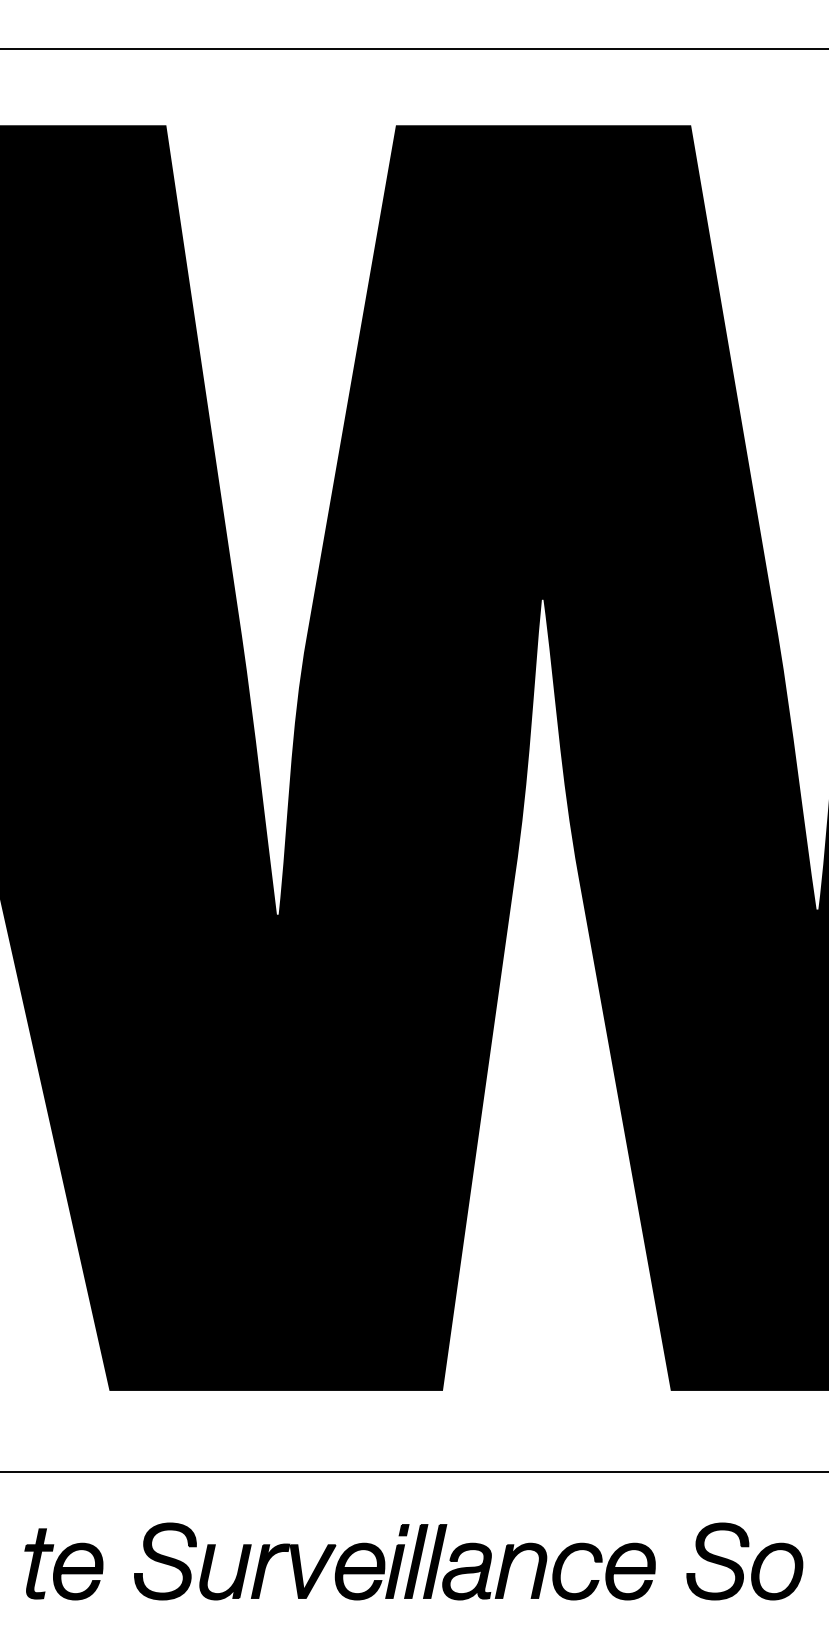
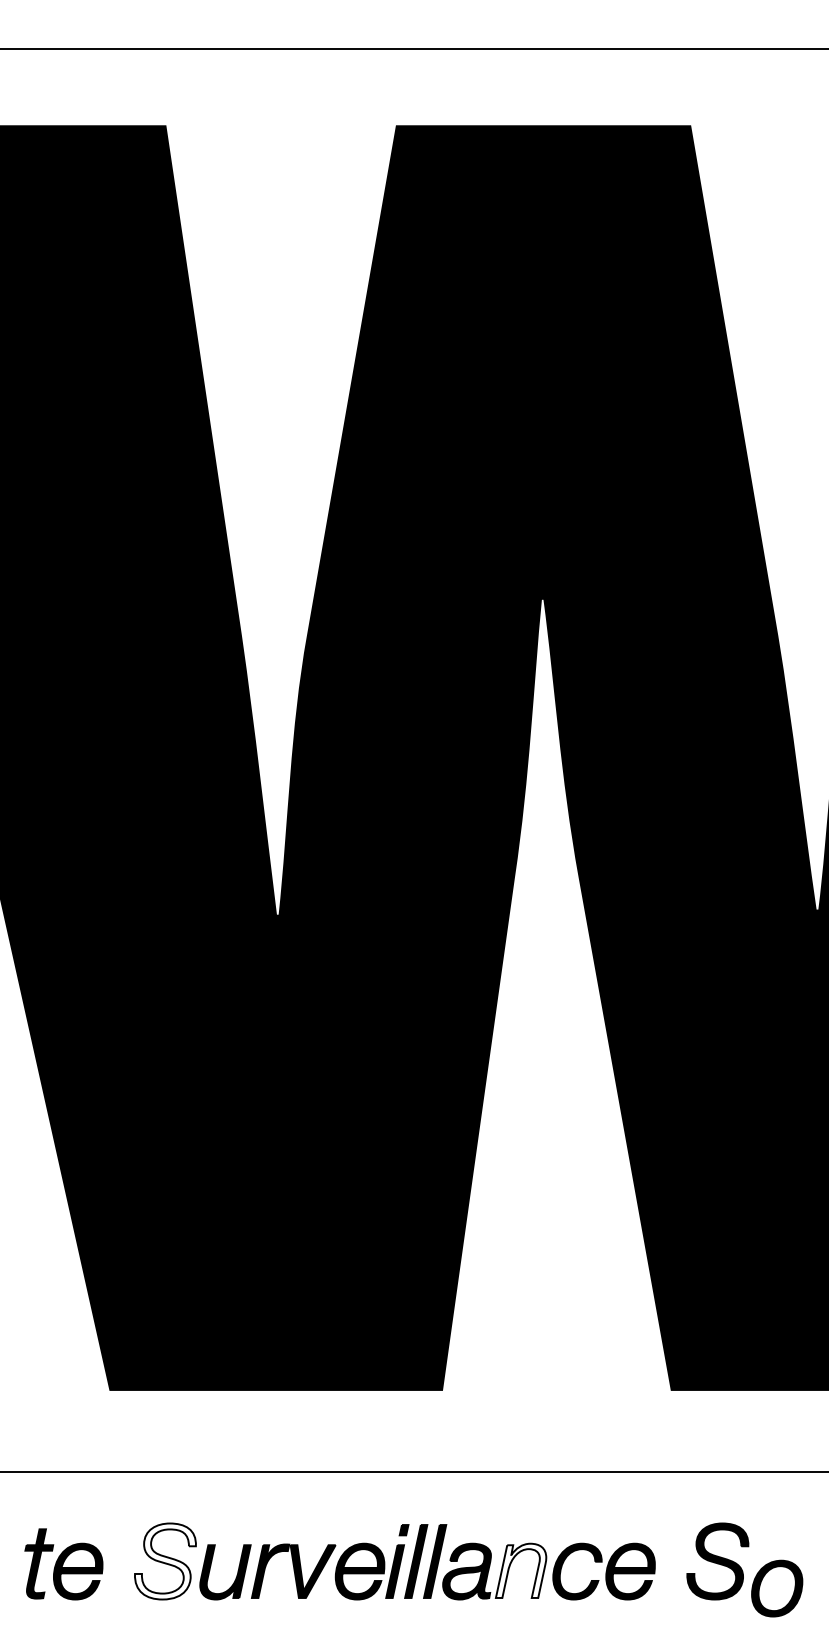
fill at (165, 1561): present -> none
fill at (520, 1570): present -> none
part at (777, 1571) position: (777, 1571) -> (777, 1588)
